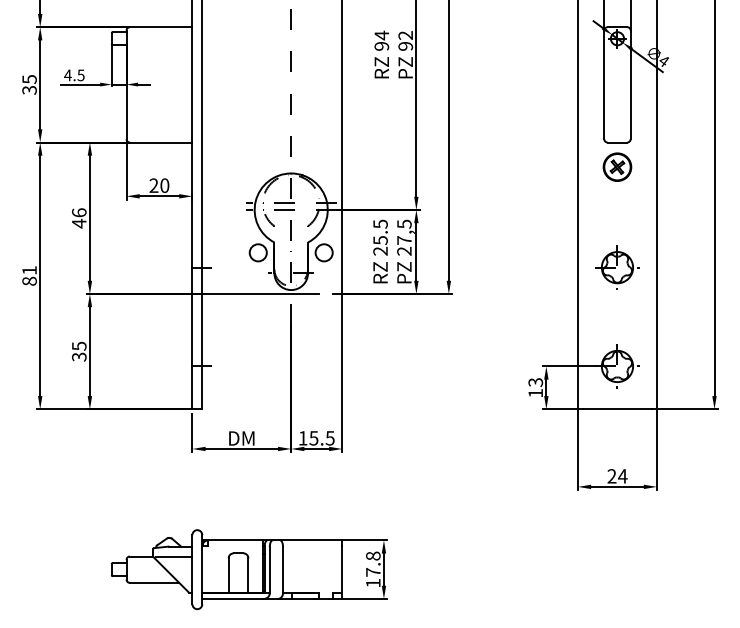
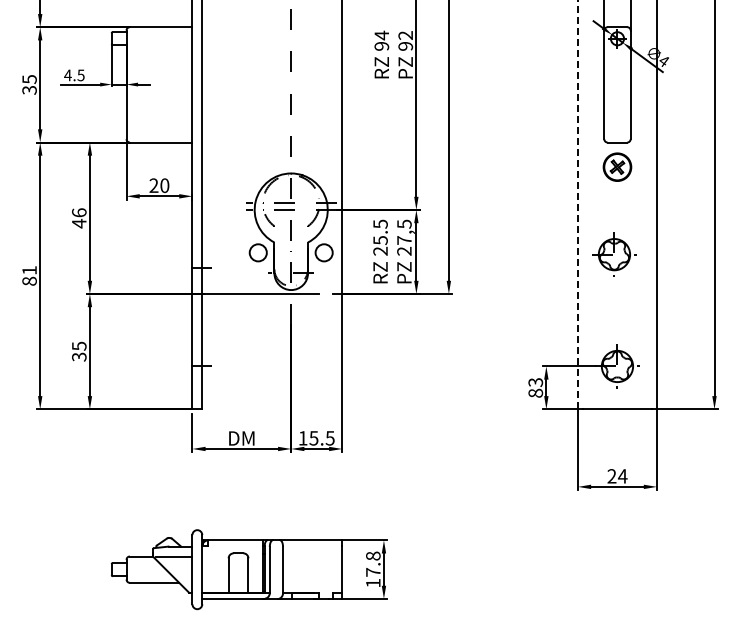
line at (577, 204): solid -> dashed
part at (617, 267) position: (617, 267) -> (614, 254)
text at (535, 392): 13 -> 83
